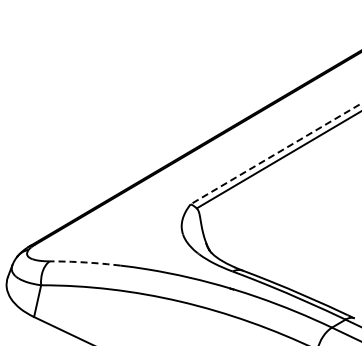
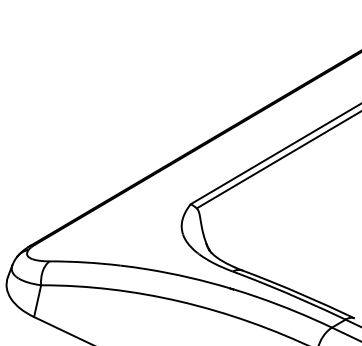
line at (275, 154): dashed -> solid
arc at (85, 262): dashed -> solid
